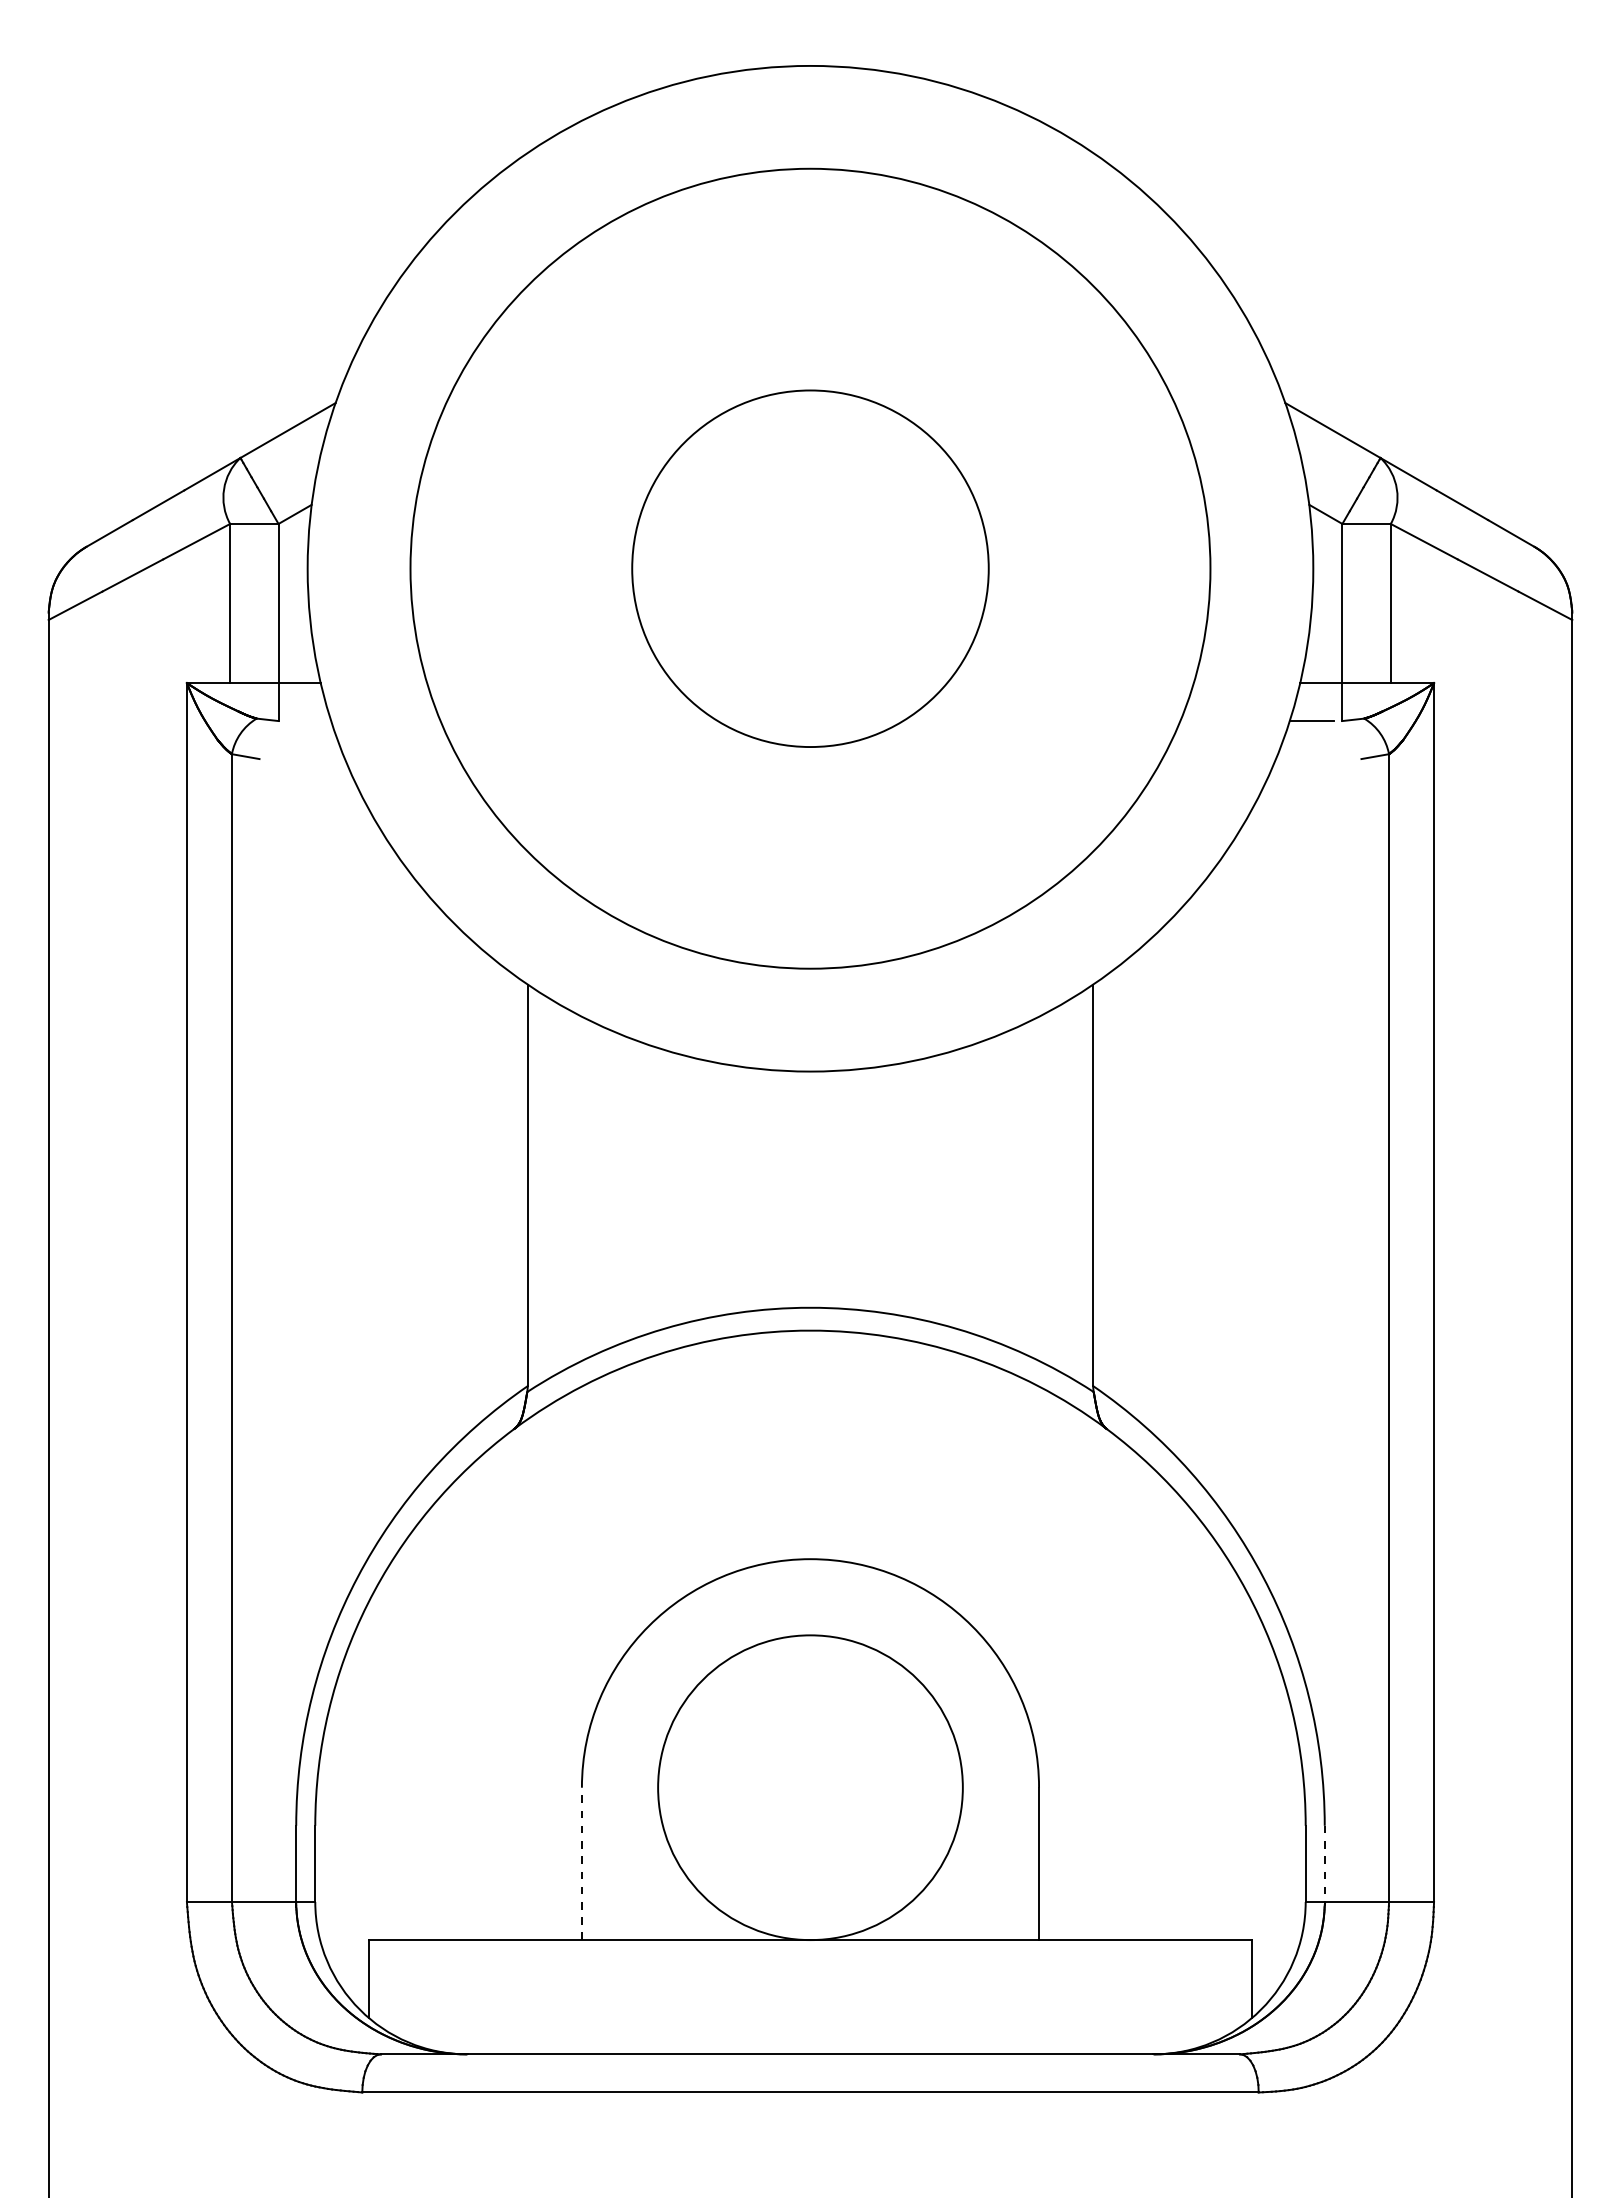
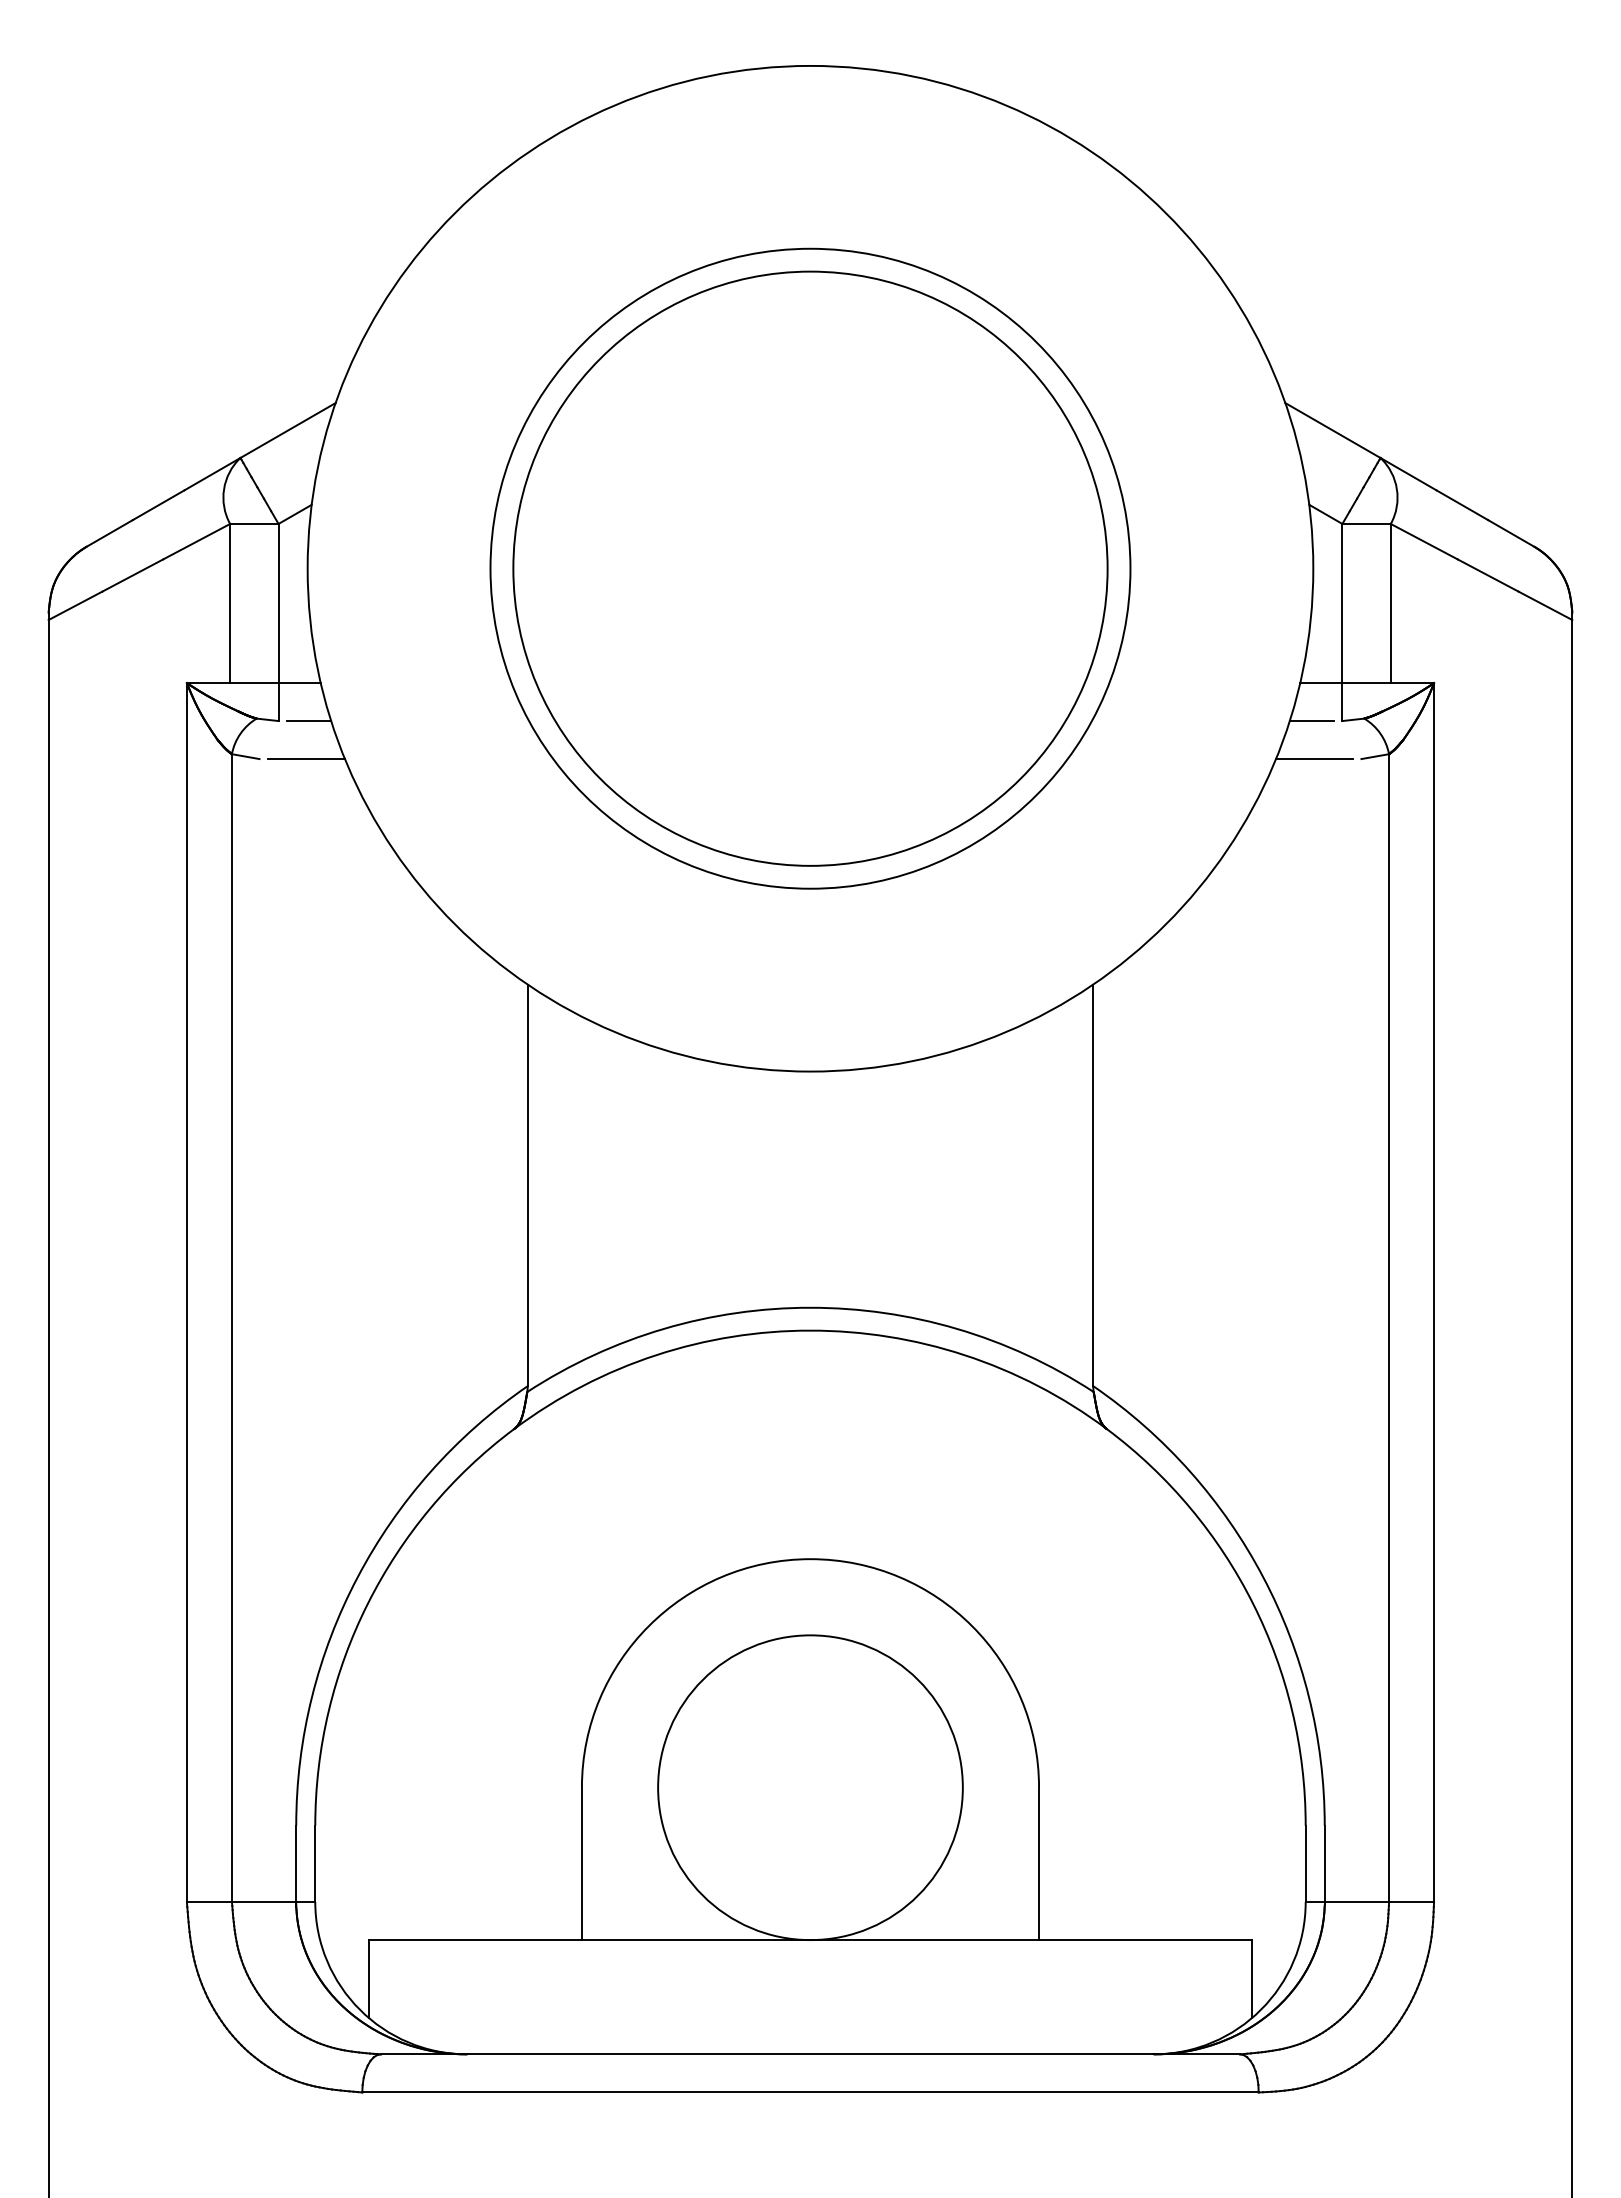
circle at (810, 568) diameter: 357 px -> 594 px
circle at (810, 568) diameter: 800 px -> 640 px
line at (309, 721): none -> present
line at (306, 759): none -> present
line at (1313, 759): none -> present
line at (581, 1863): dashed -> solid
line at (1324, 1864): dashed -> solid
